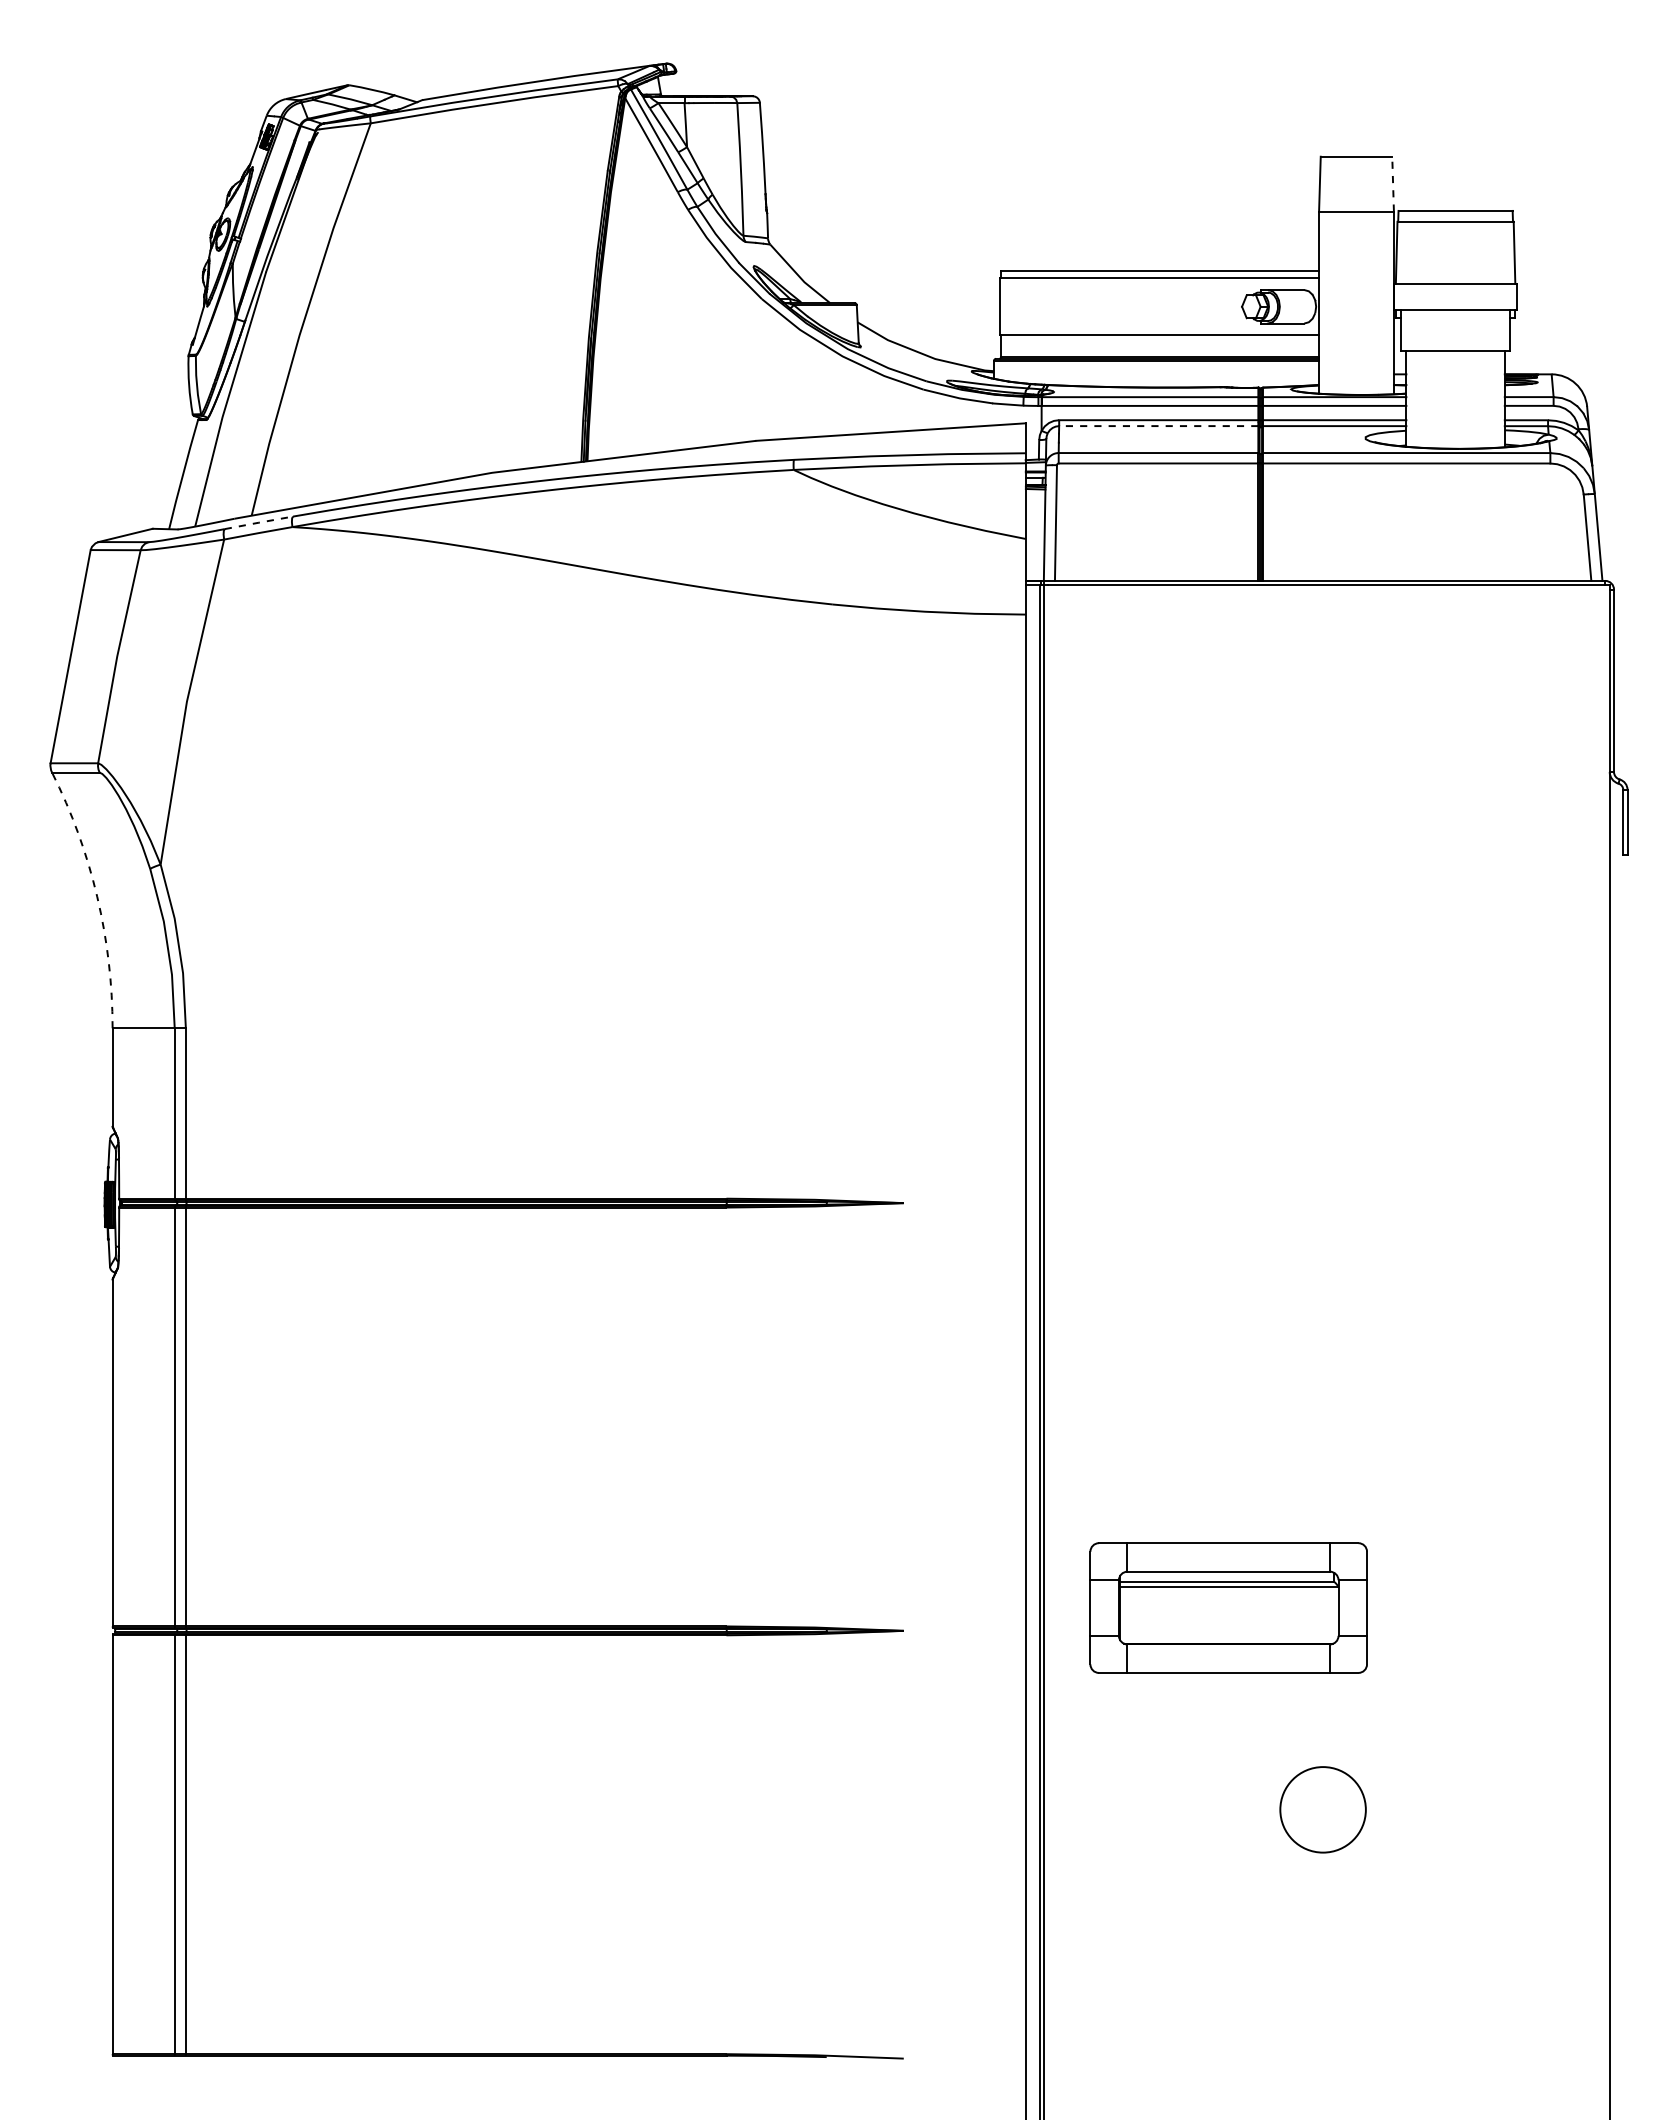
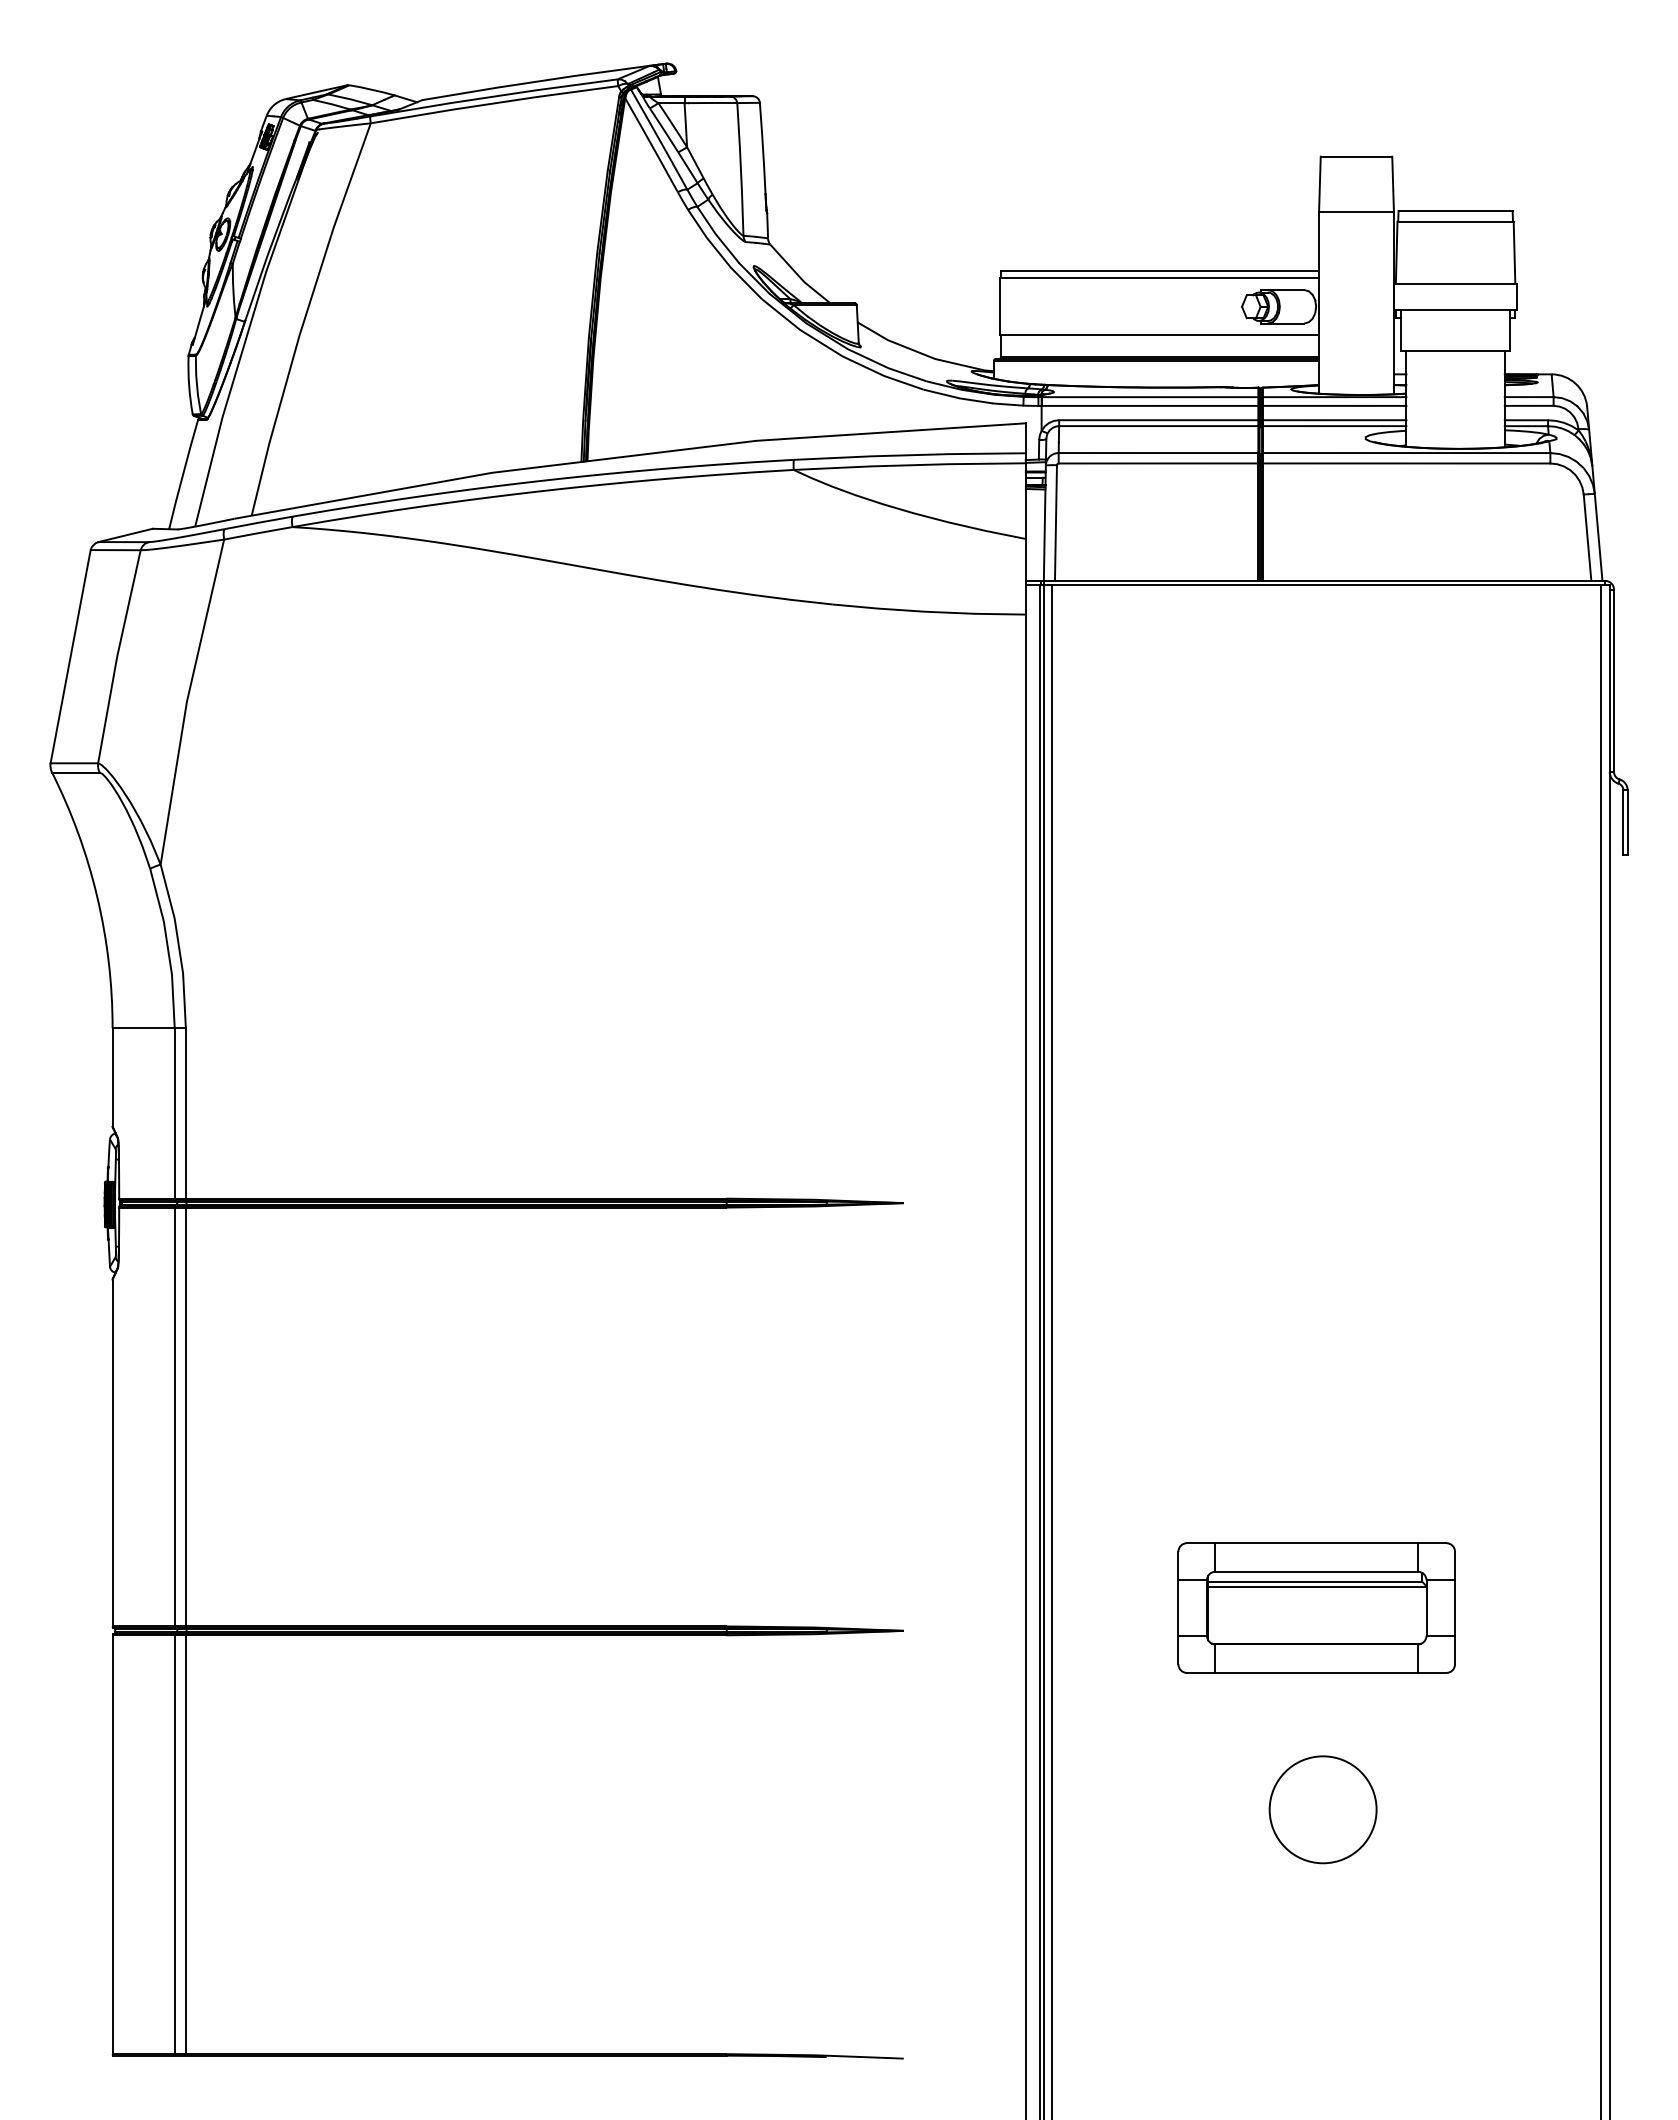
line at (1393, 183): dashed -> solid
line at (1158, 426): dashed -> solid
line at (258, 522): dashed -> solid
arc at (97, 896): dashed -> solid
line at (1052, 1350): none -> present
line at (1601, 1350): none -> present
part at (1228, 1607) position: (1228, 1607) -> (1316, 1607)
circle at (1322, 1809) size: 88x88 px -> 110x110 px
